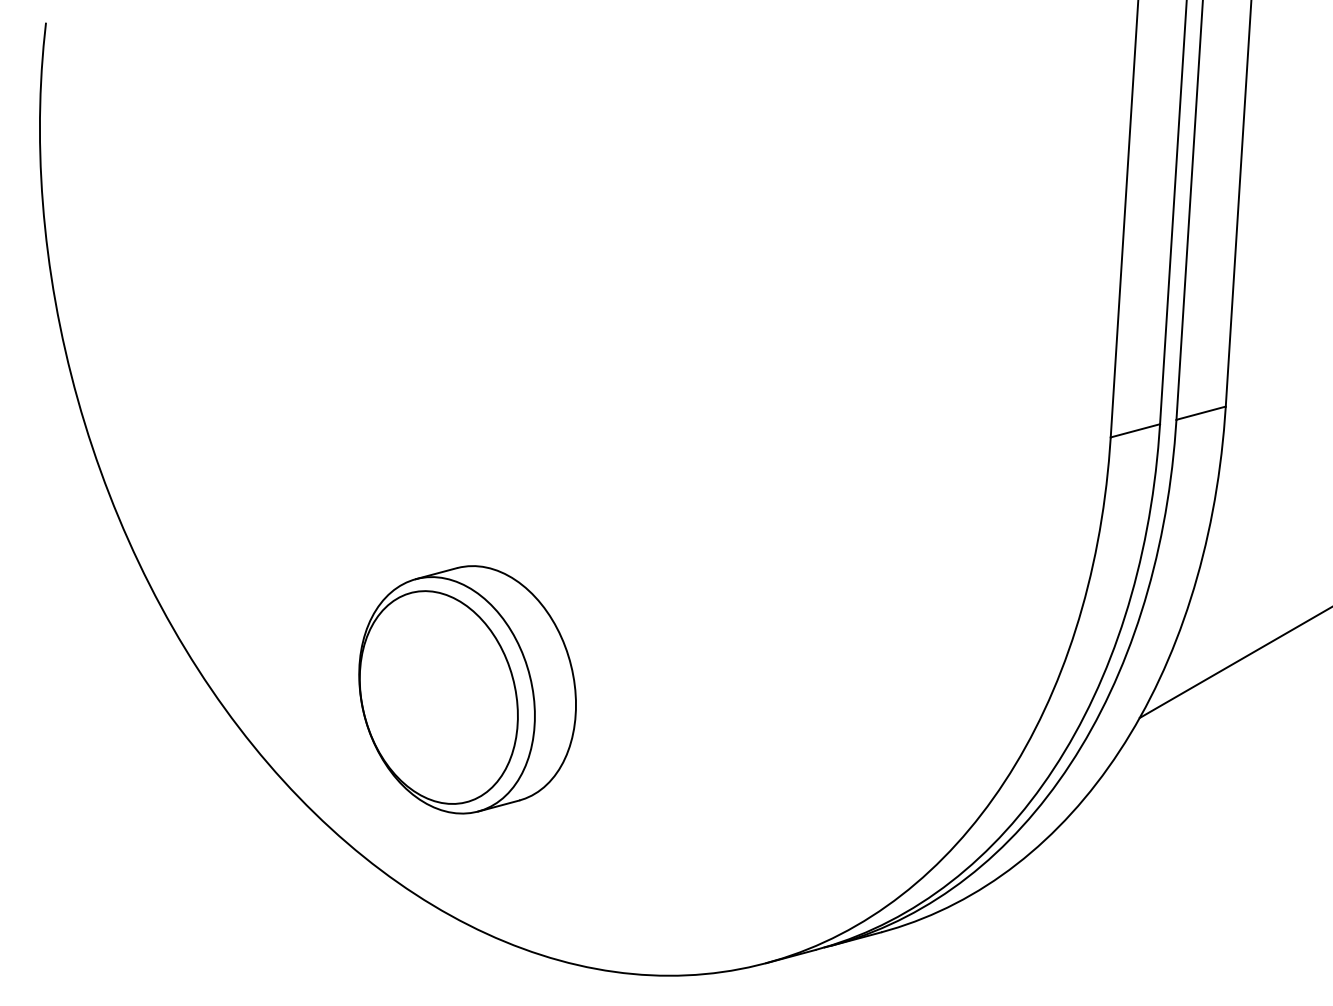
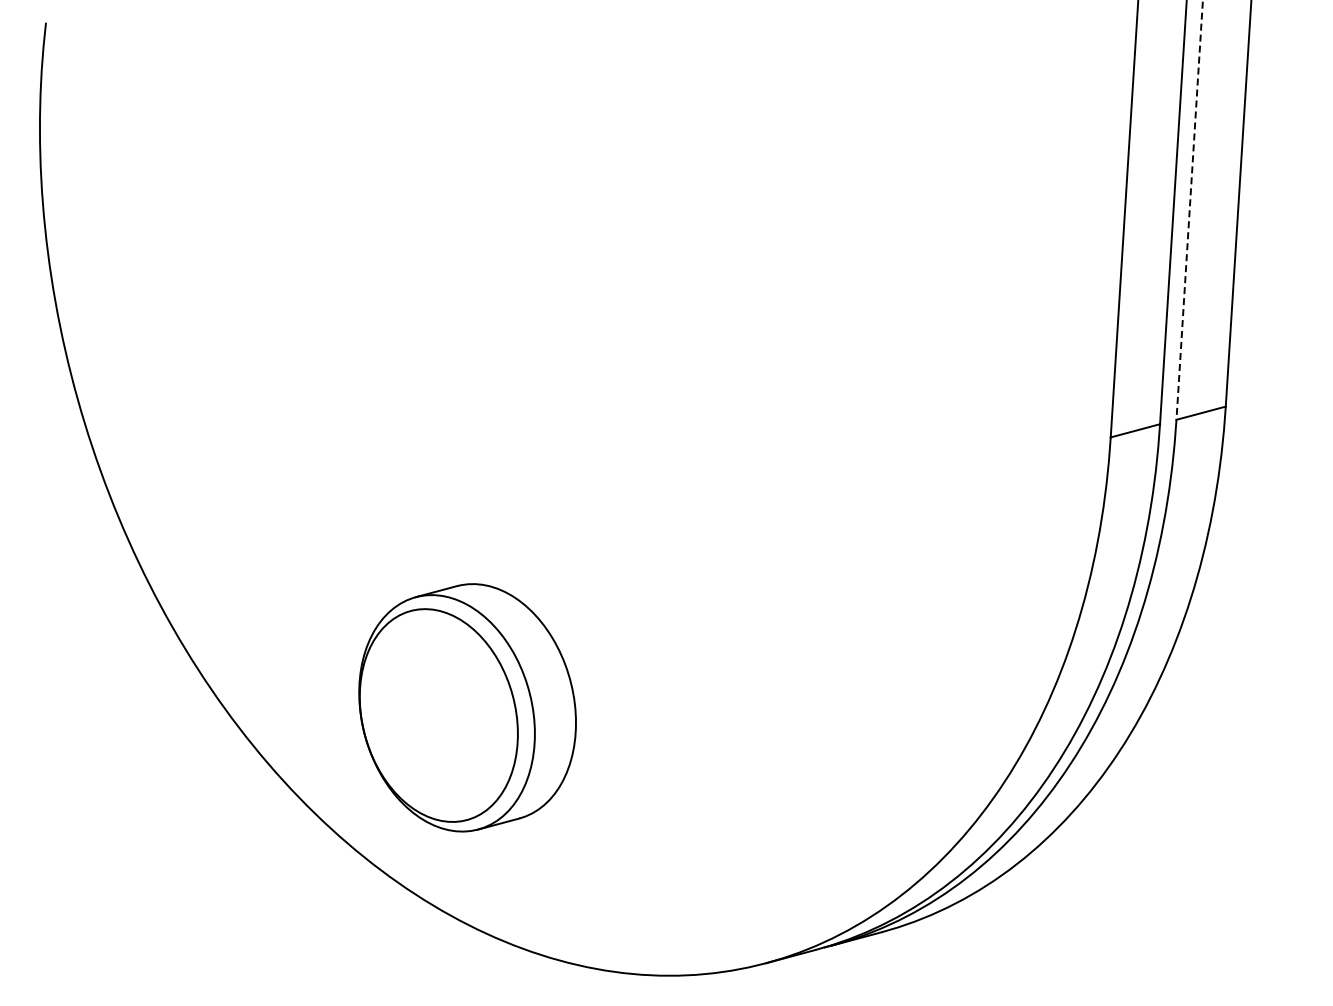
line at (1189, 210): solid -> dashed
line at (1234, 662): present -> none
part at (467, 689) position: (467, 689) -> (467, 707)
